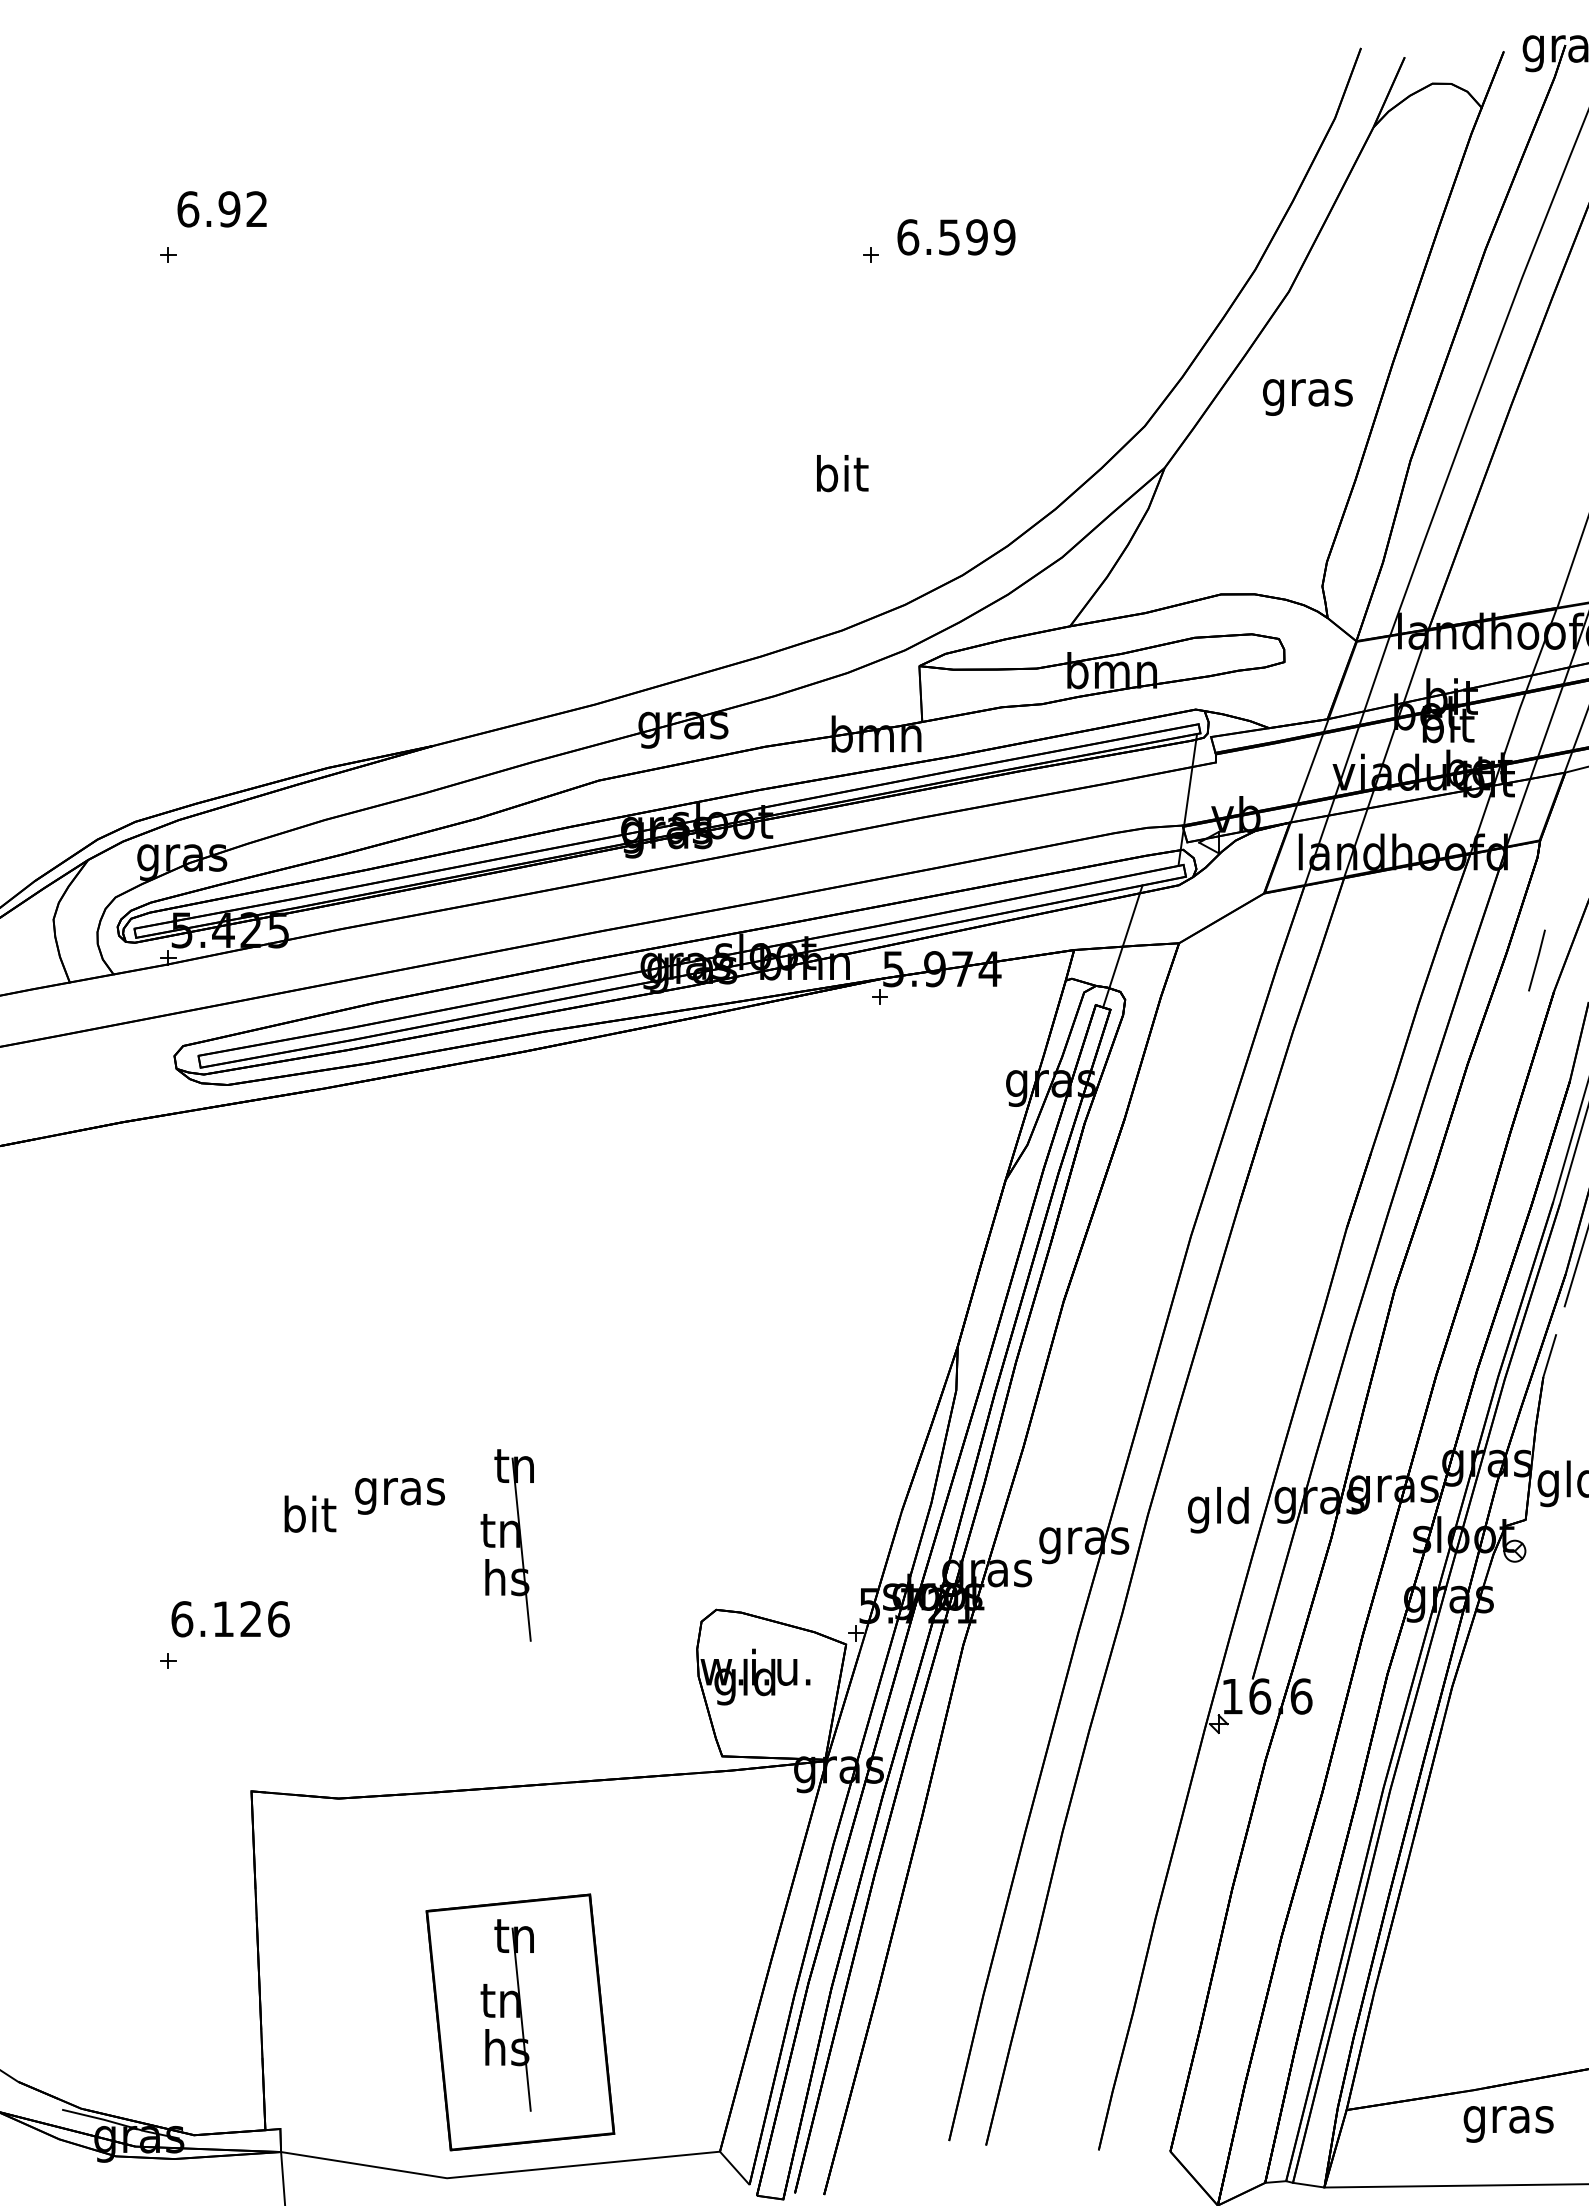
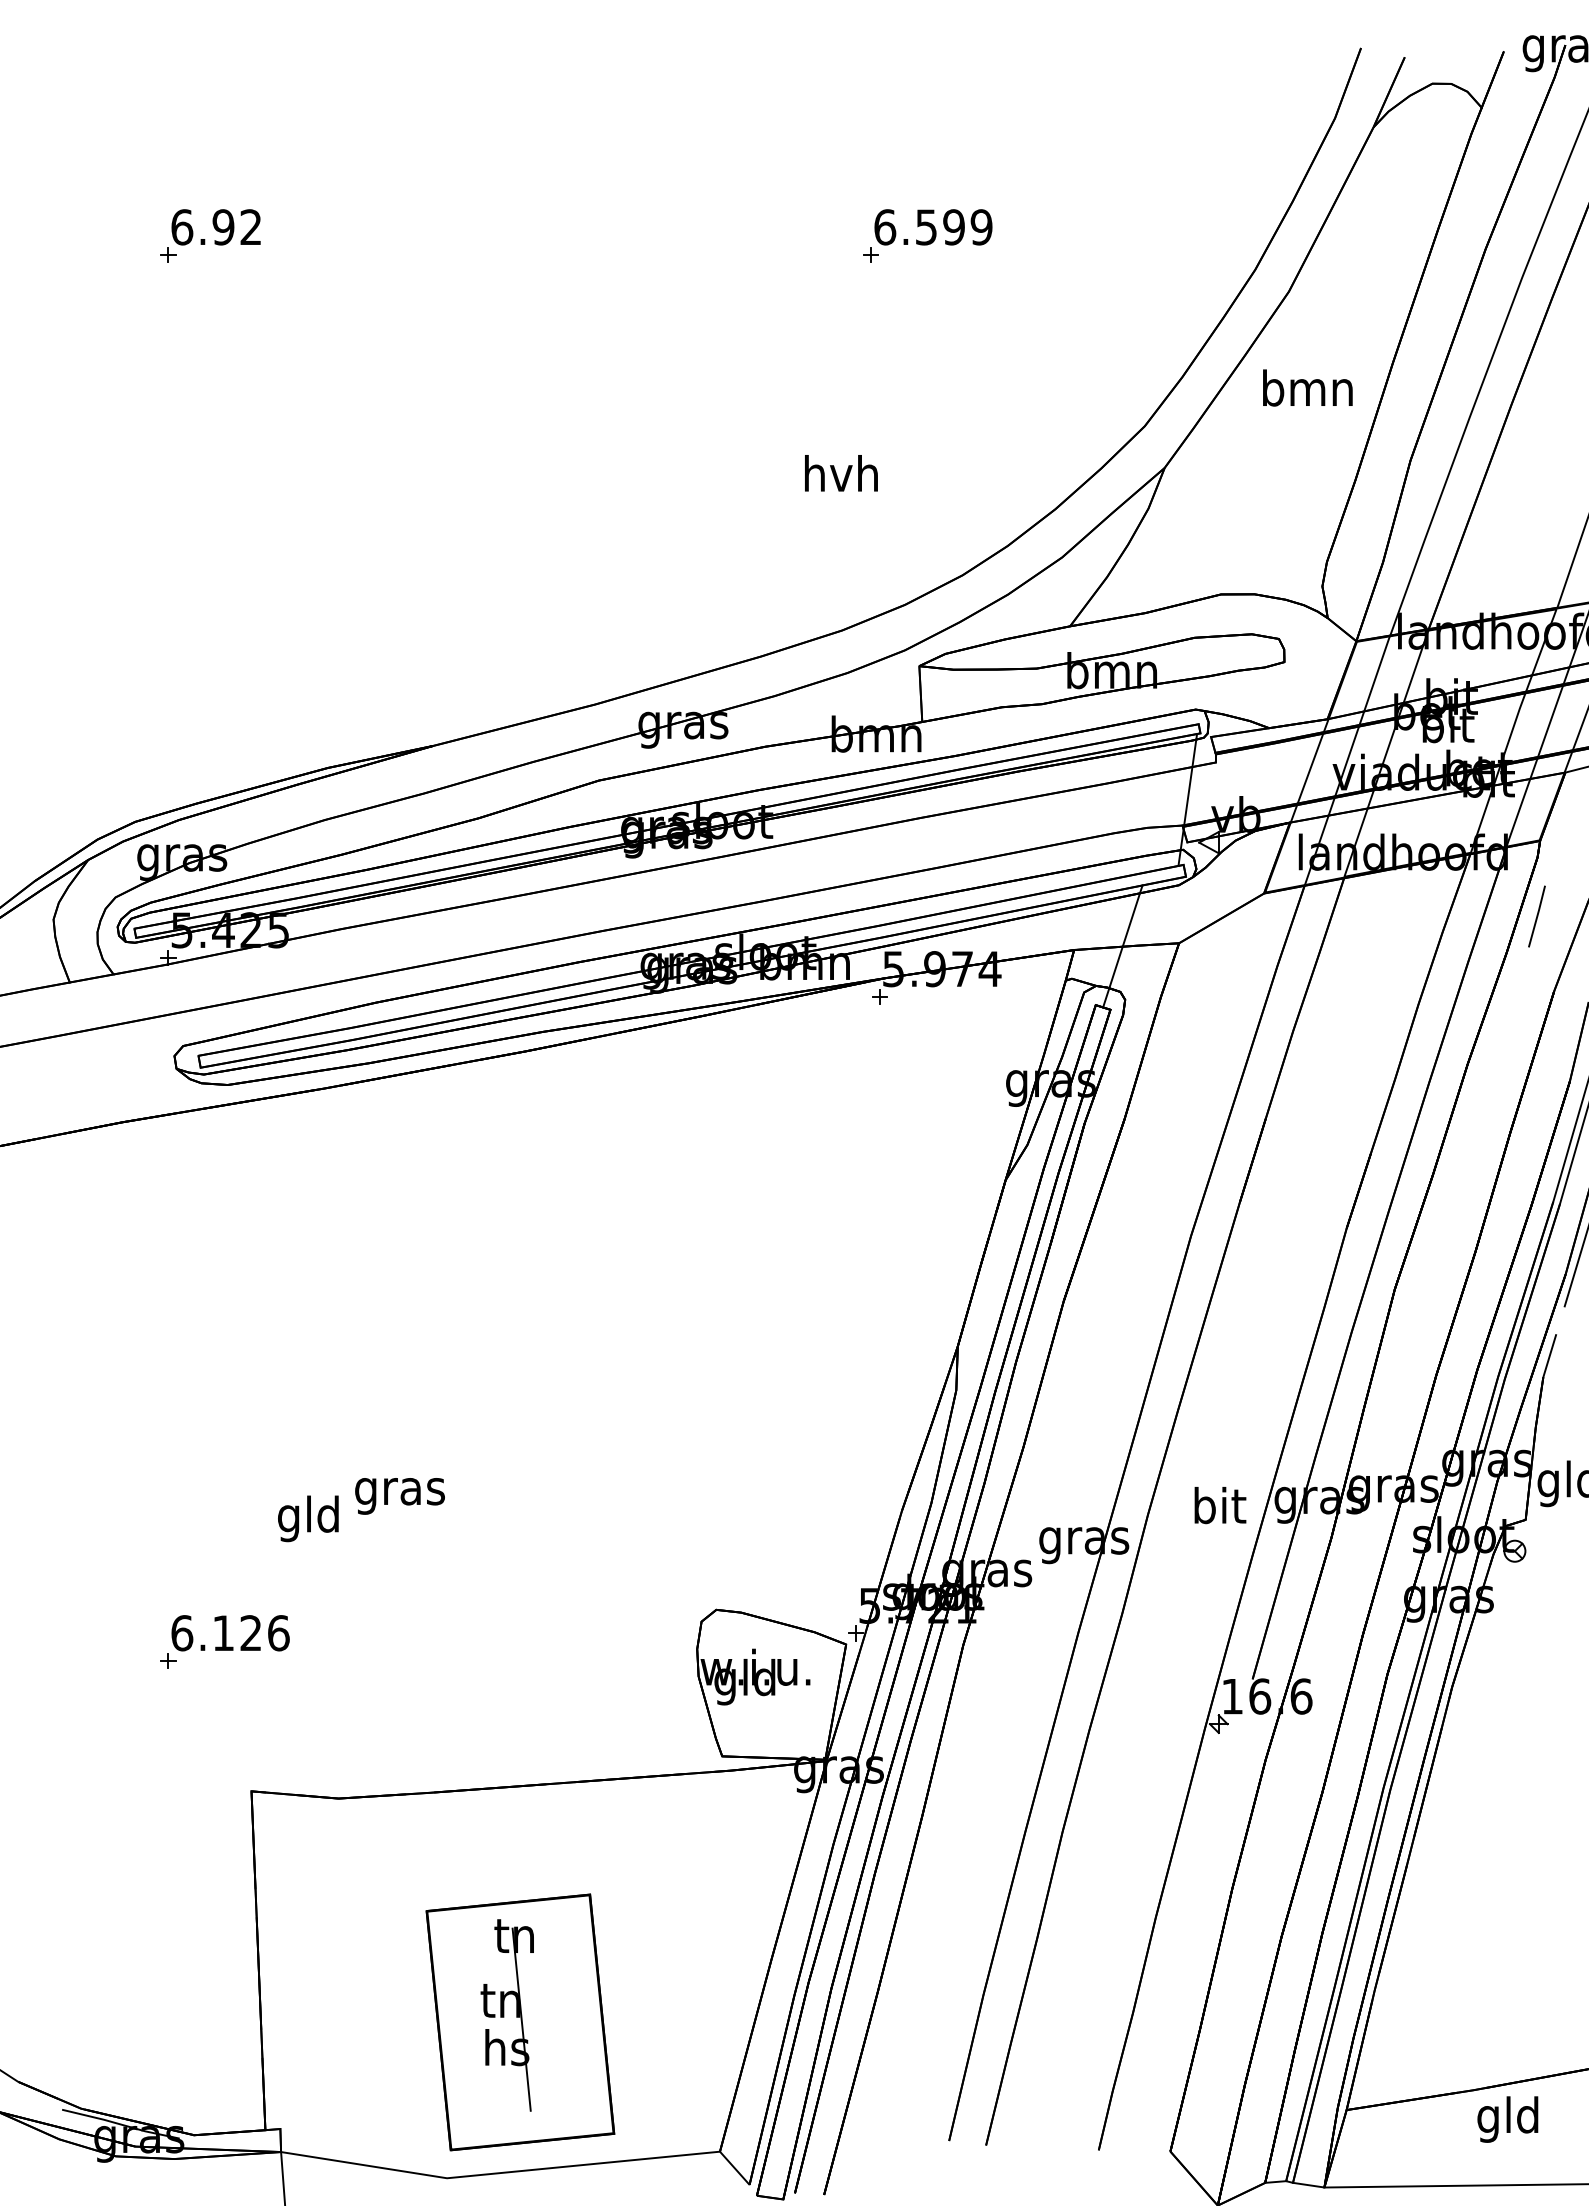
text at (221, 209) position: (221, 209) -> (215, 227)
text at (956, 237) position: (956, 237) -> (933, 227)
text at (1307, 392): gras -> bmn
text at (841, 473): bit -> hvh
line at (1536, 960) position: (1536, 960) -> (1536, 916)
text at (1218, 1509): gld -> bit
text at (308, 1518): bit -> gld
part at (506, 1545): present -> none
text at (230, 1619) position: (230, 1619) -> (230, 1633)
text at (1508, 2119): gras -> gld
